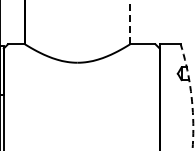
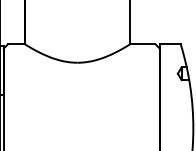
line at (130, 22): dashed -> solid
arc at (191, 96): dashed -> solid
